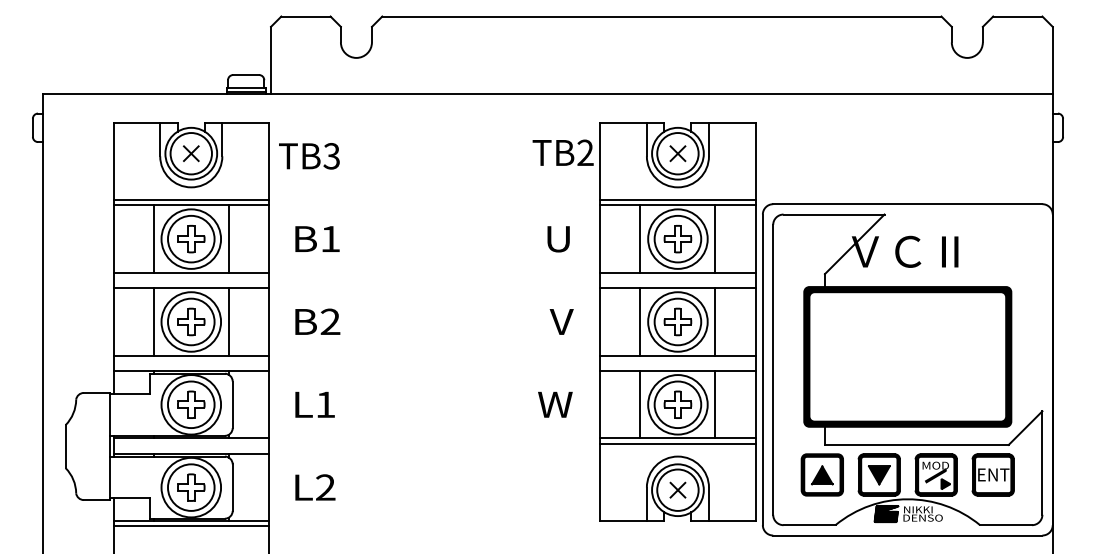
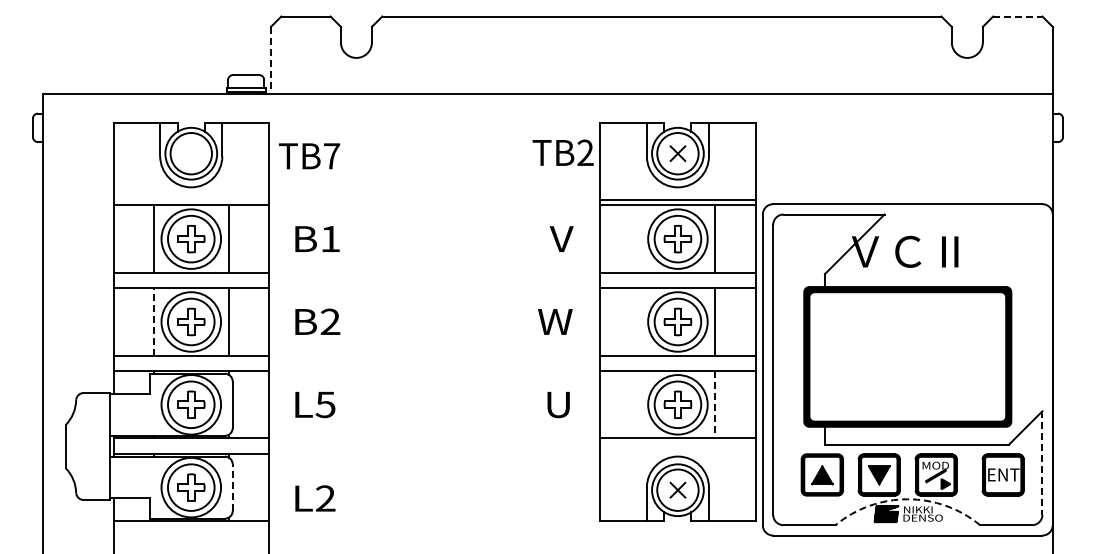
line at (1017, 16): solid -> dashed
line at (271, 60): solid -> dashed
part at (190, 153): present -> none
text at (331, 156): TB3 -> TB7
line at (190, 200): present -> none
line at (640, 238): present -> none
text at (560, 239): U -> V
line at (153, 321): solid -> dashed
text at (555, 321): V -> W
line at (640, 321): present -> none
text at (325, 404): L1 -> L5
text at (555, 404): W -> U
line at (640, 404): present -> none
line at (715, 404): solid -> dashed
line at (677, 443): present -> none
line at (1042, 463): solid -> dashed
part at (992, 474) position: (992, 474) -> (1002, 474)
line at (232, 487): solid -> dashed
text at (315, 487) position: (315, 487) -> (315, 498)
arc at (907, 499): solid -> dashed
line at (190, 526): present -> none
